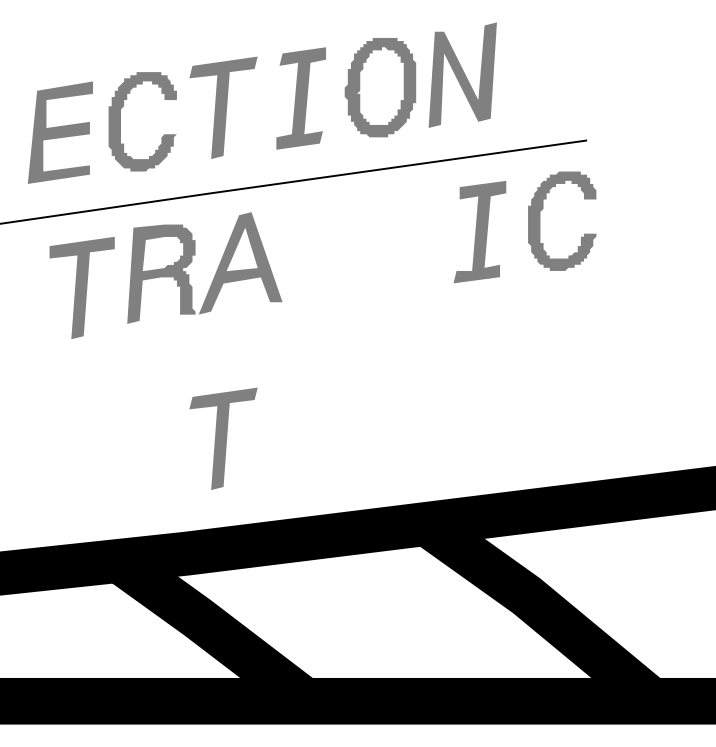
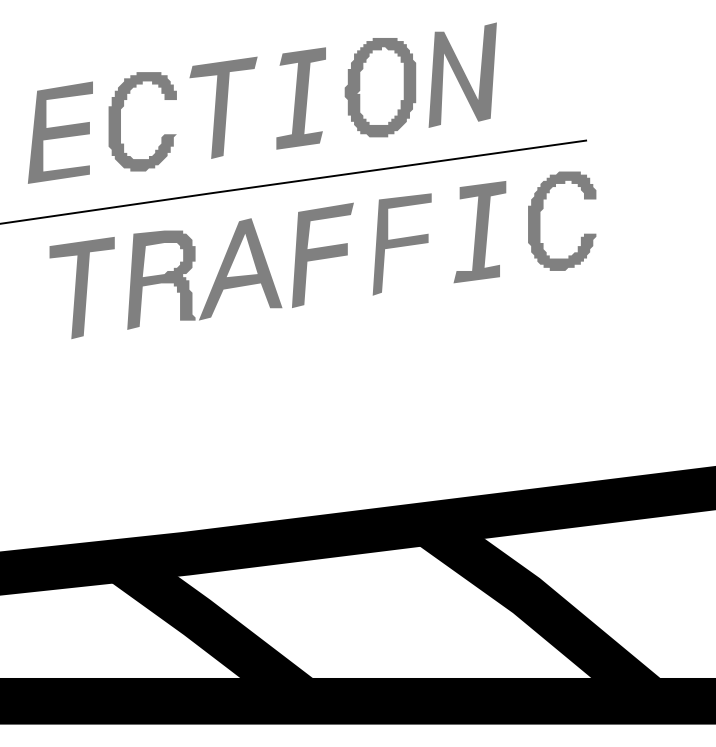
fill at (401, 244): none -> present
fill at (322, 255): none -> present
part at (216, 270) position: (216, 270) -> (216, 276)
part at (223, 438): present -> none
